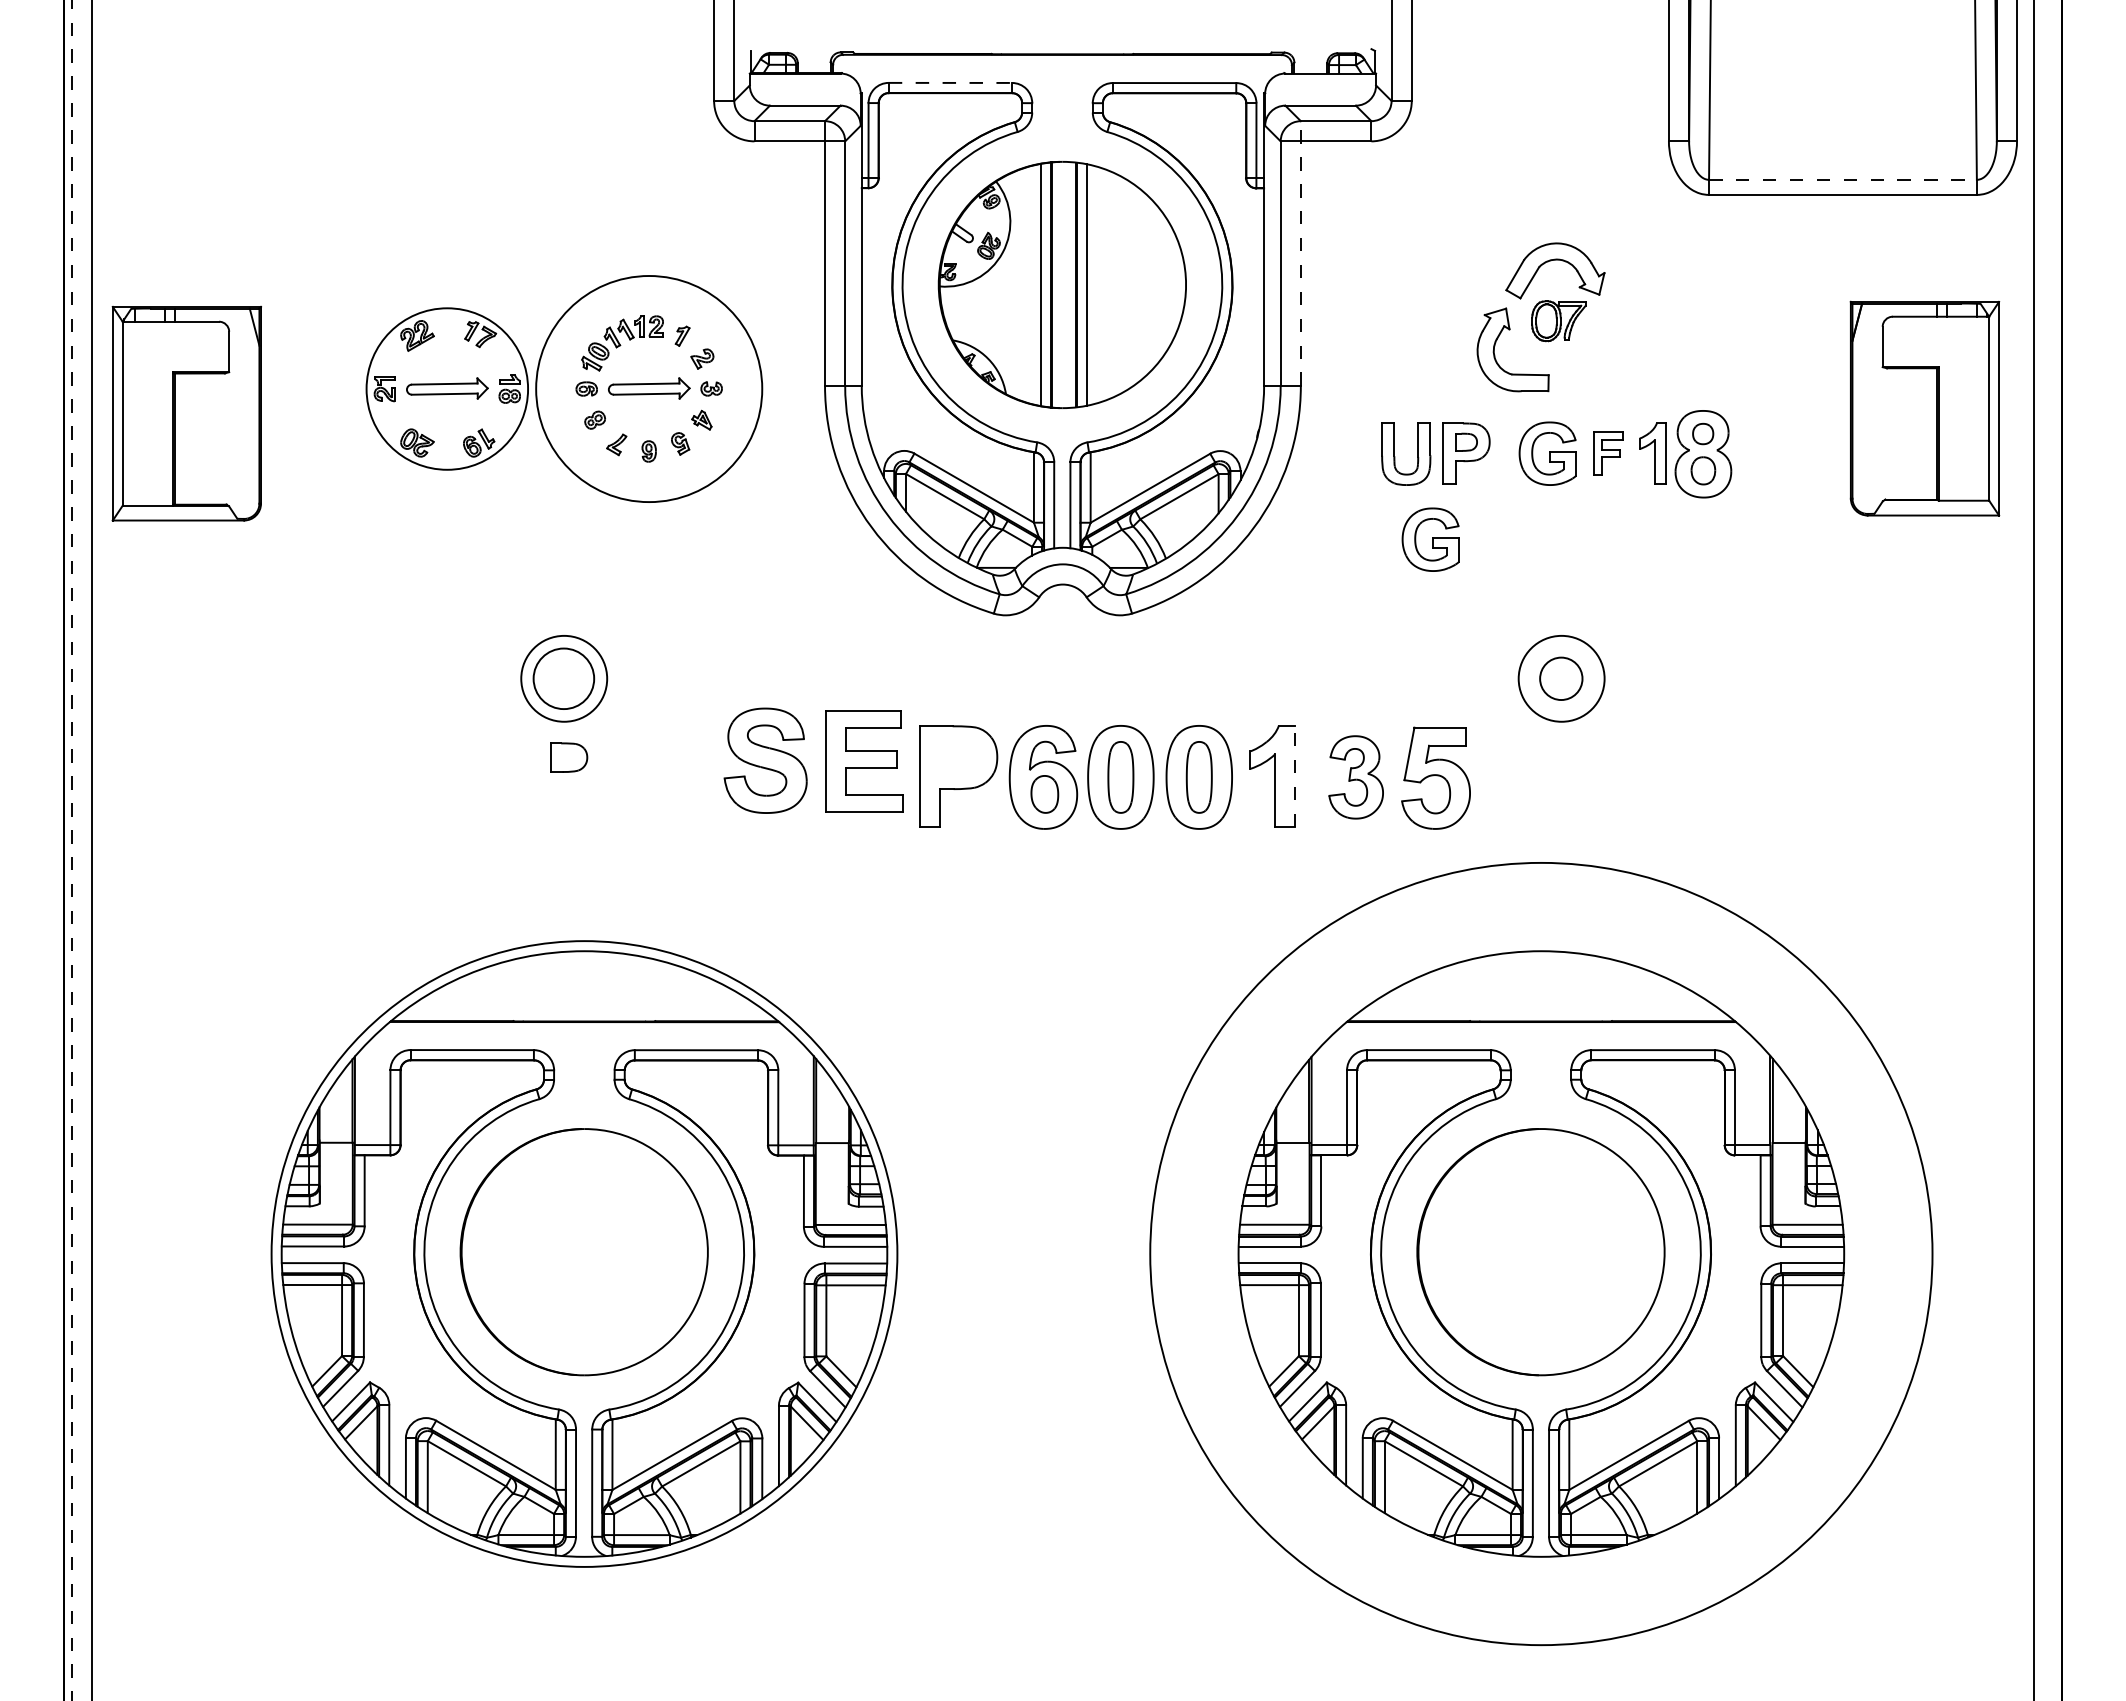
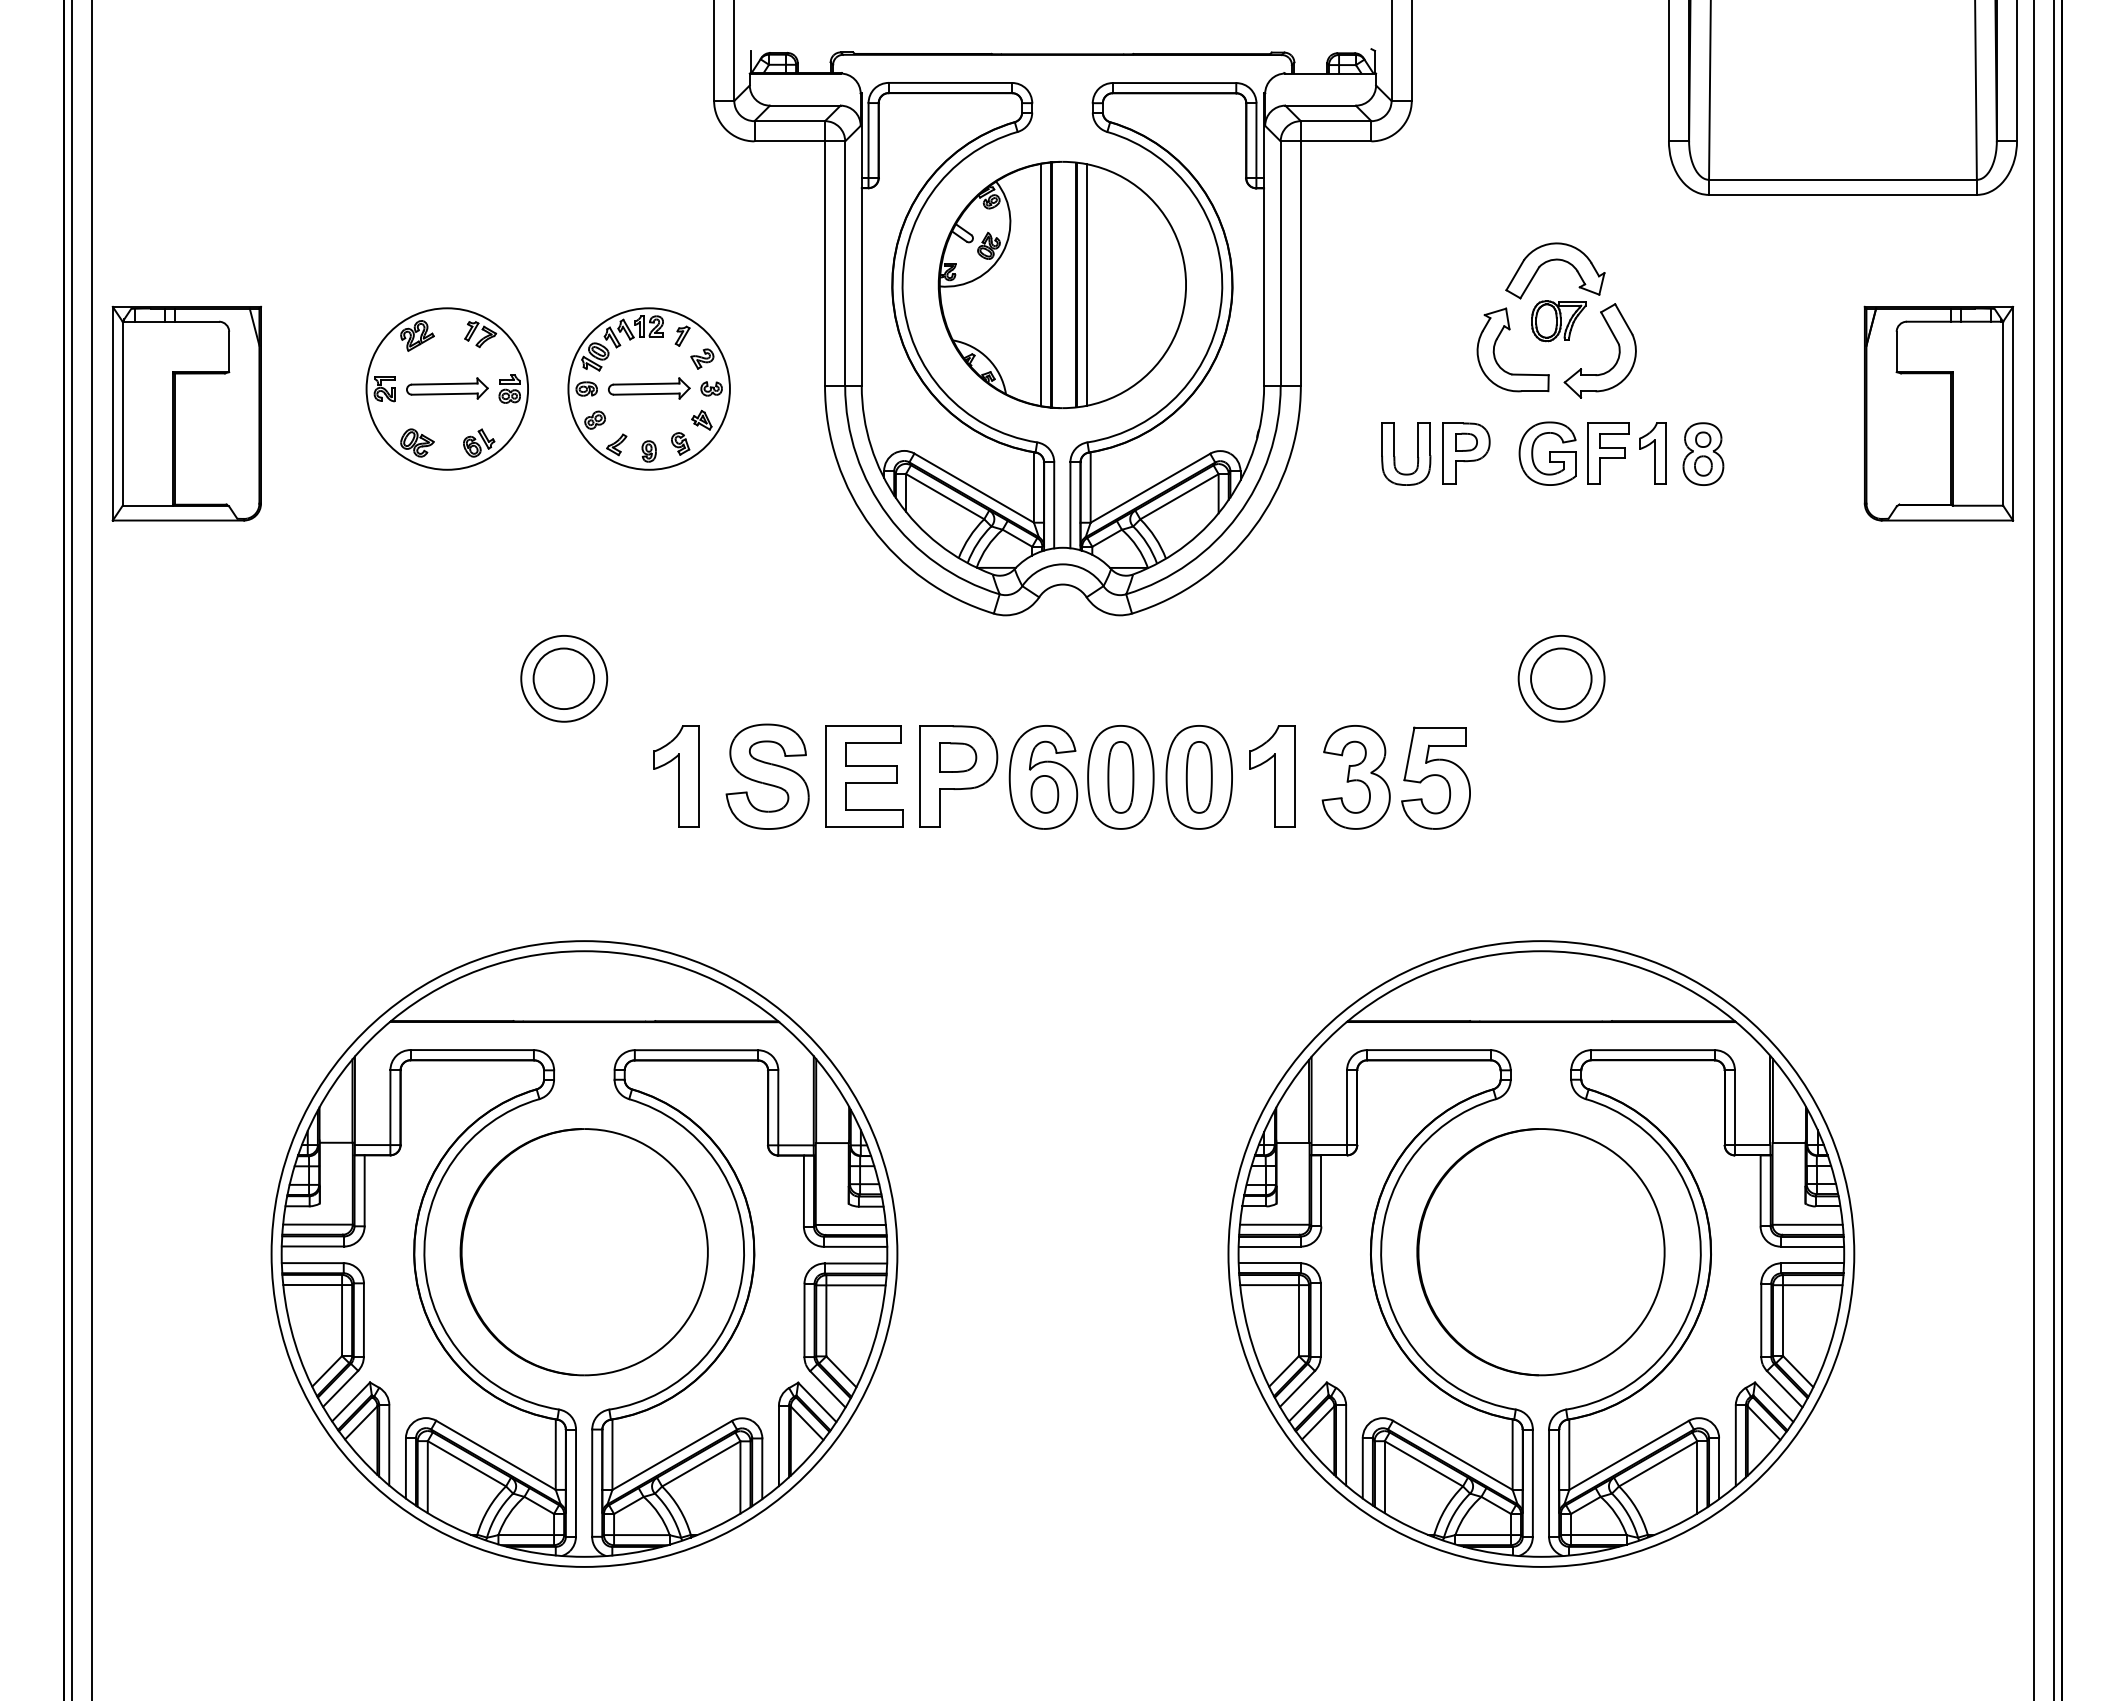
line at (950, 82): dashed -> solid
line at (1842, 179): dashed -> solid
line at (1300, 253): dashed -> solid
part at (1616, 342): none -> present
circle at (649, 389) diameter: 226 px -> 161 px
part at (1924, 408) position: (1924, 408) -> (1938, 413)
part at (1608, 453) size: 31x45 px -> 43x63 px
part at (1703, 454) size: 59x89 px -> 43x64 px
part at (1430, 539): present -> none
circle at (1561, 678) diameter: 42 px -> 61 px
part at (569, 757) position: (569, 757) -> (958, 757)
part at (765, 760) position: (765, 760) -> (767, 776)
part at (864, 761) position: (864, 761) -> (864, 776)
part at (676, 776): none -> present
line at (1294, 776): dashed -> solid
part at (1355, 777) size: 56x85 px -> 70x105 px
line at (2054, 849): none -> present
line at (71, 850): dashed -> solid
circle at (1541, 1253) diameter: 782 px -> 626 px
